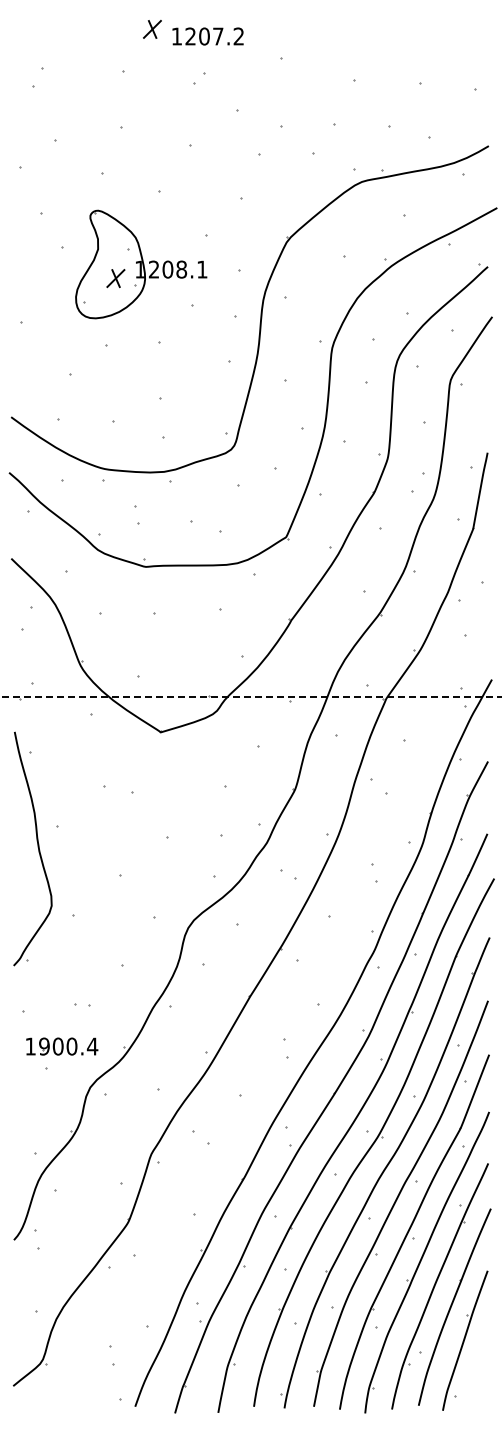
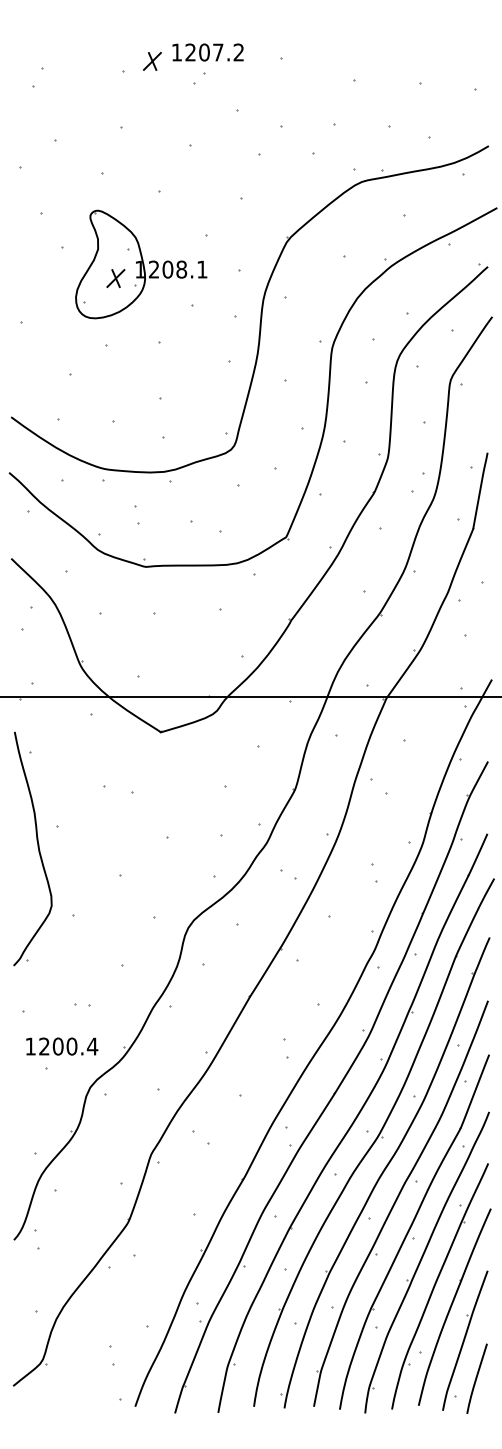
part at (152, 29) position: (152, 29) -> (152, 61)
text at (207, 36) position: (207, 36) -> (207, 52)
line at (251, 696): dashed -> solid
text at (44, 1046): 1900.4 -> 1200.4
curve at (476, 1378): none -> present
